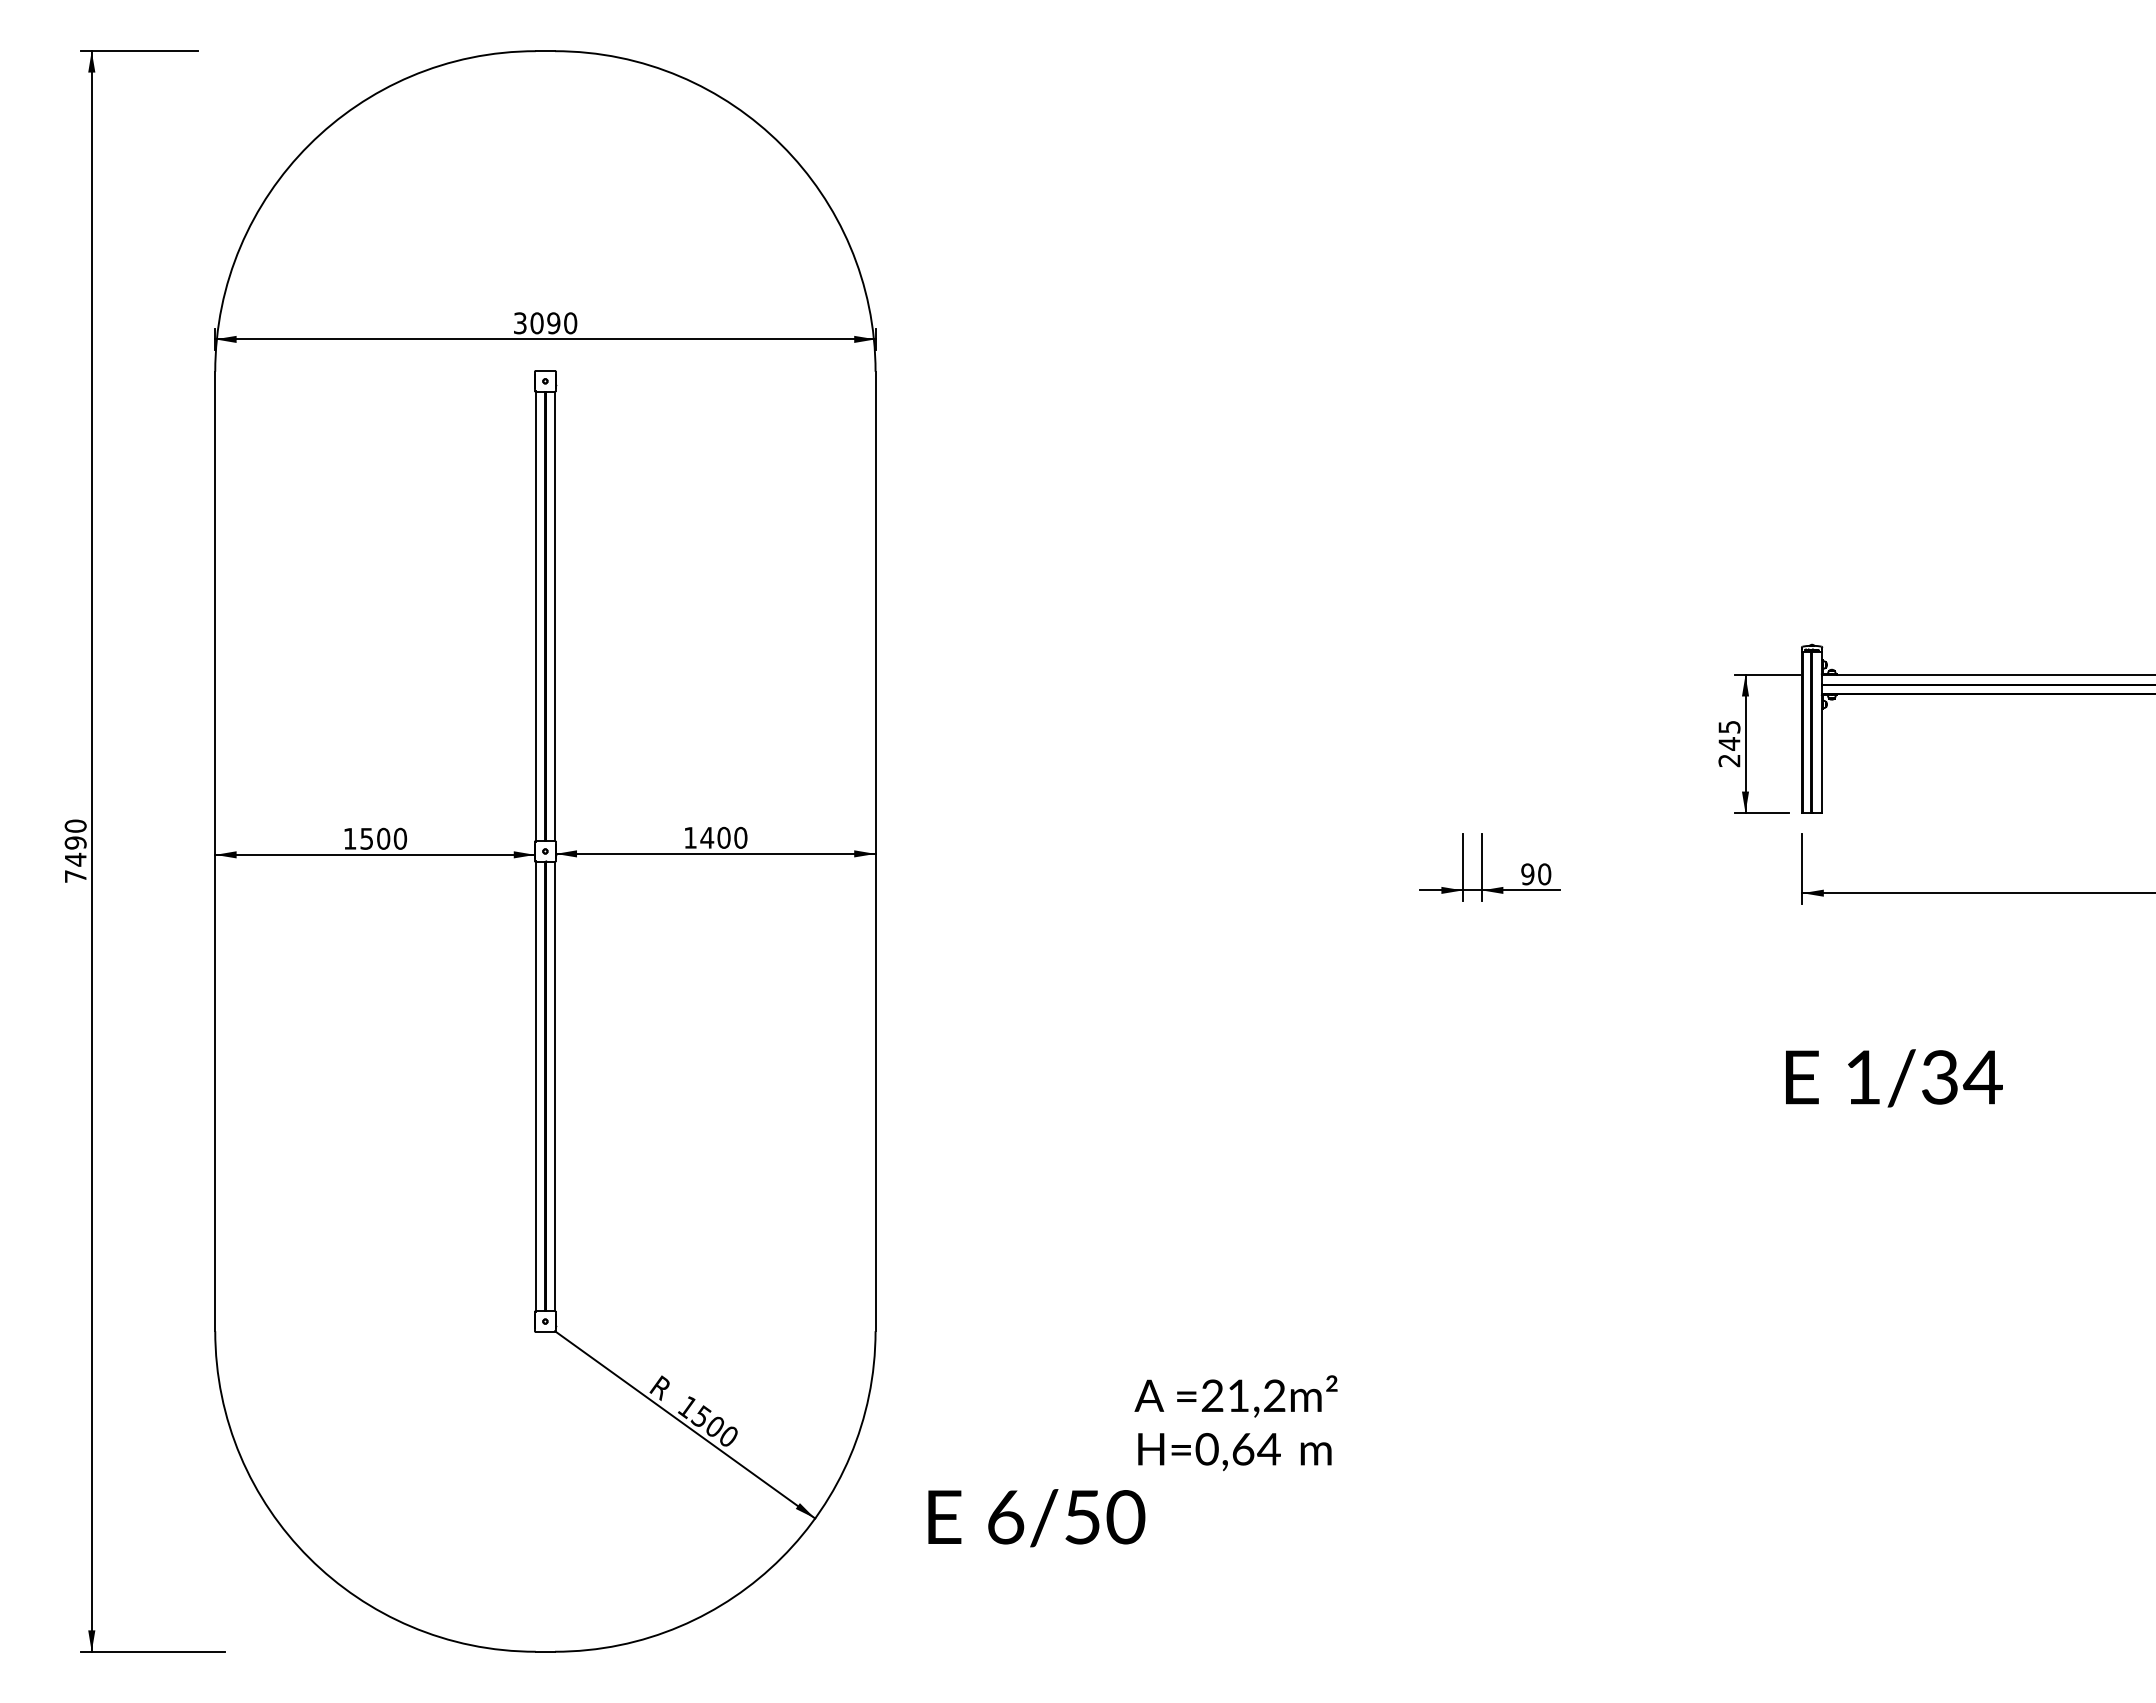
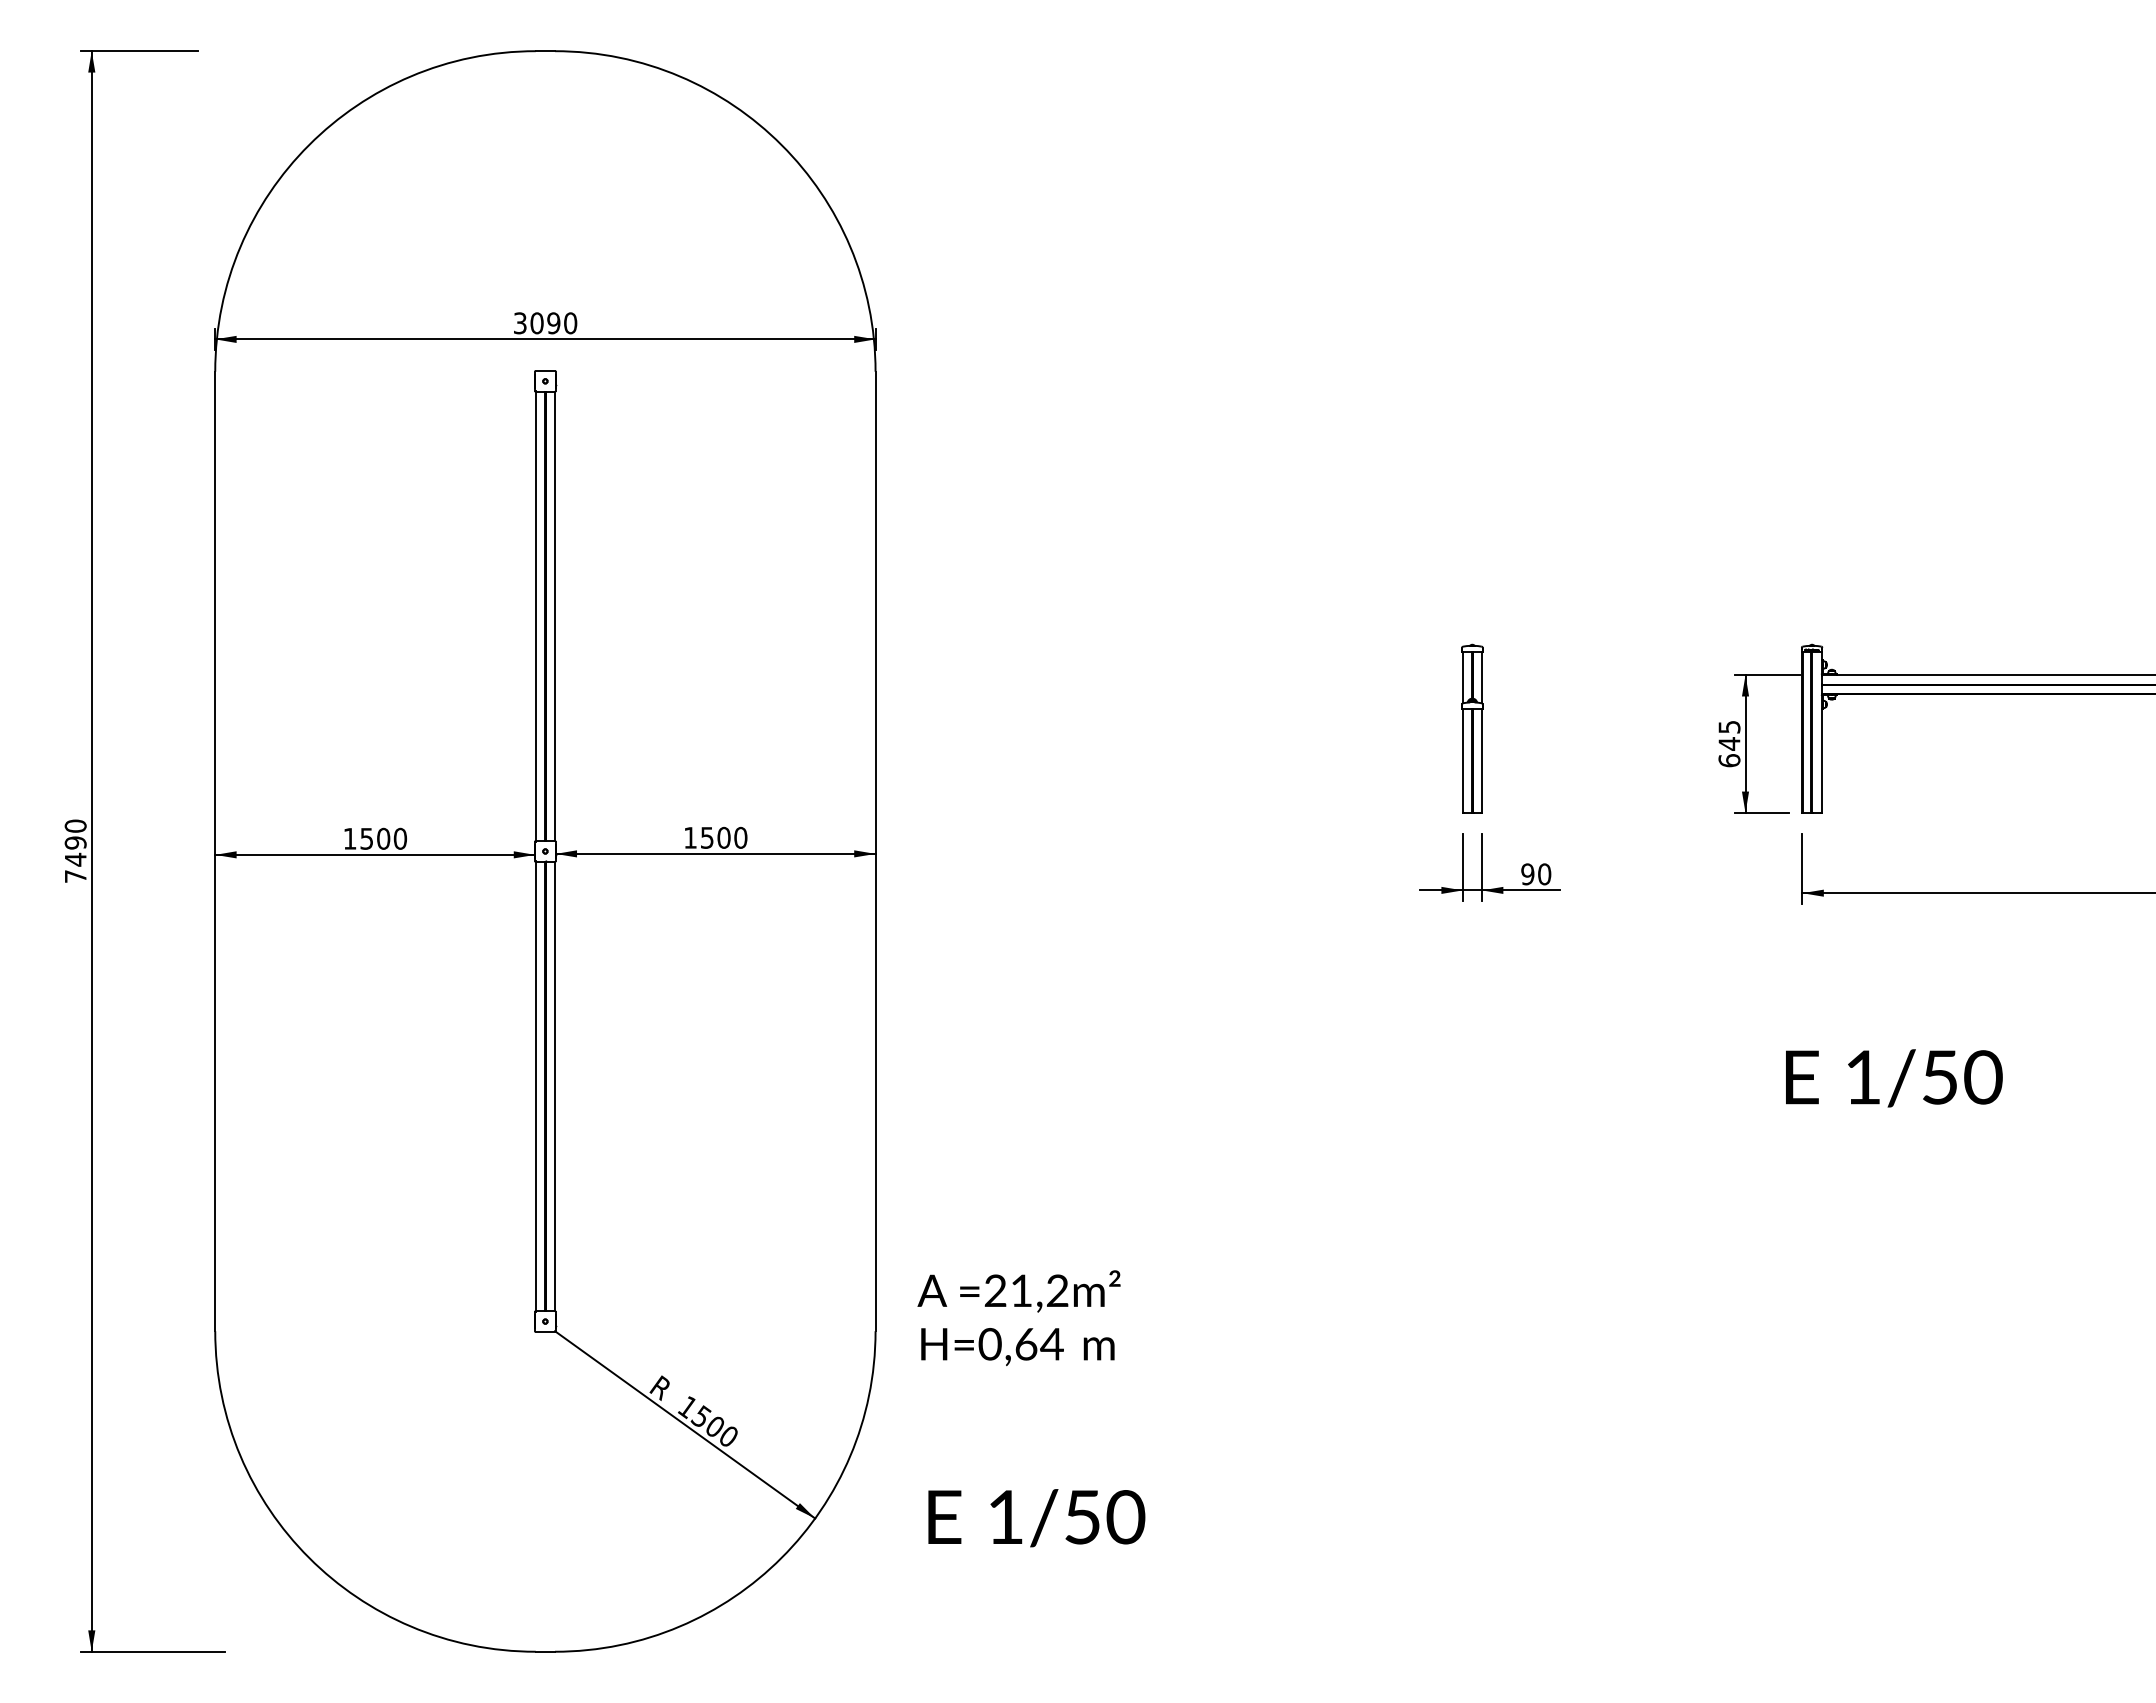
part at (1472, 728): none -> present
text at (1729, 760): 245 -> 645
text at (707, 837): 1400 -> 1500
text at (1962, 1077): 1/34 -> 1/50
text at (1235, 1423) position: (1235, 1423) -> (1018, 1318)
text at (1006, 1517): 6/50 -> 1/50
